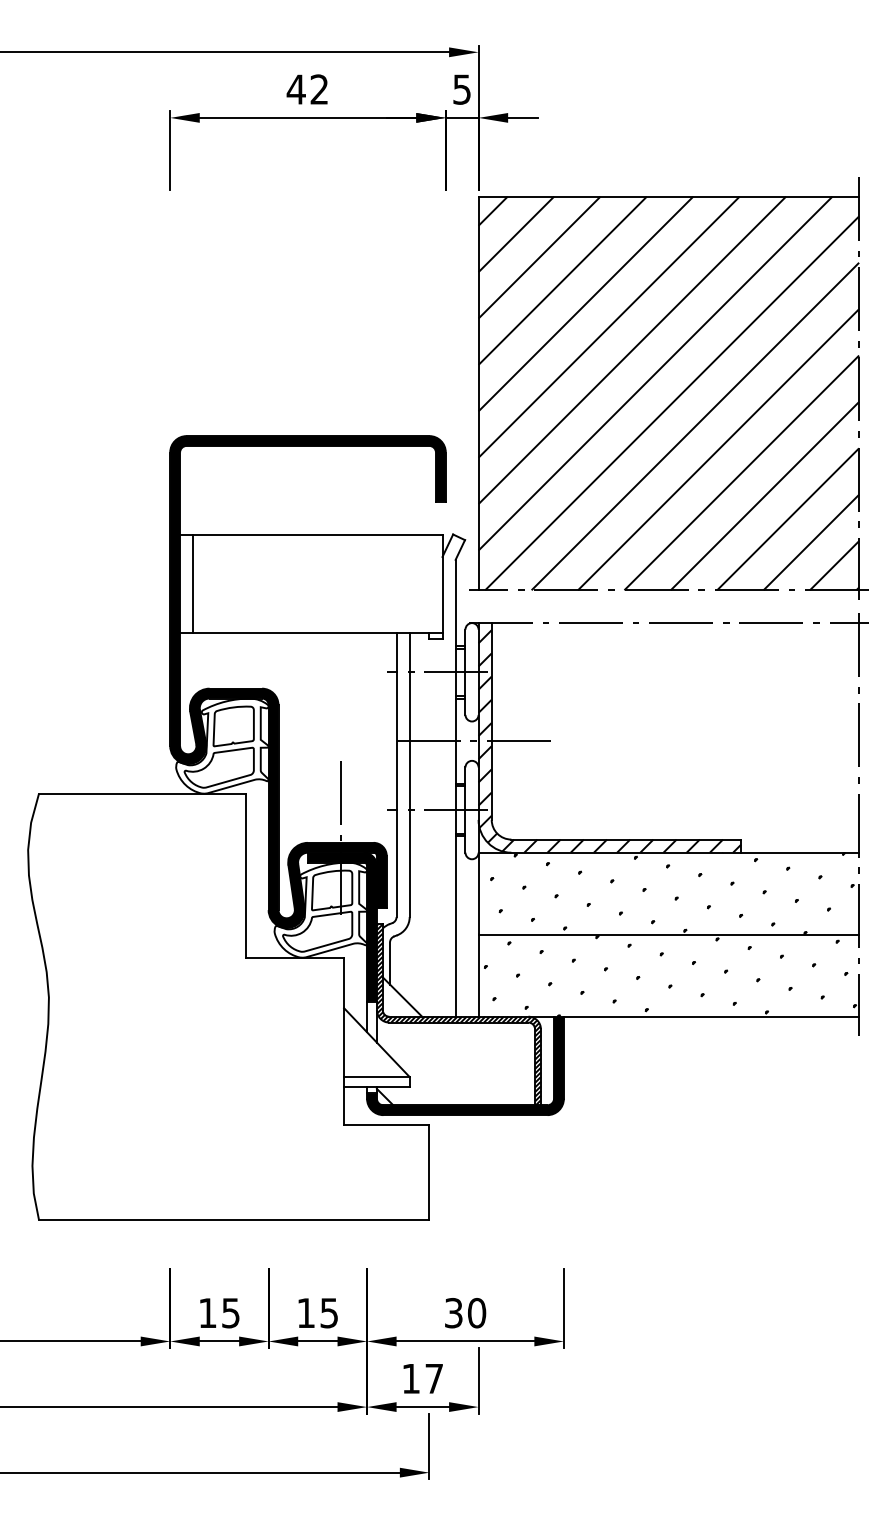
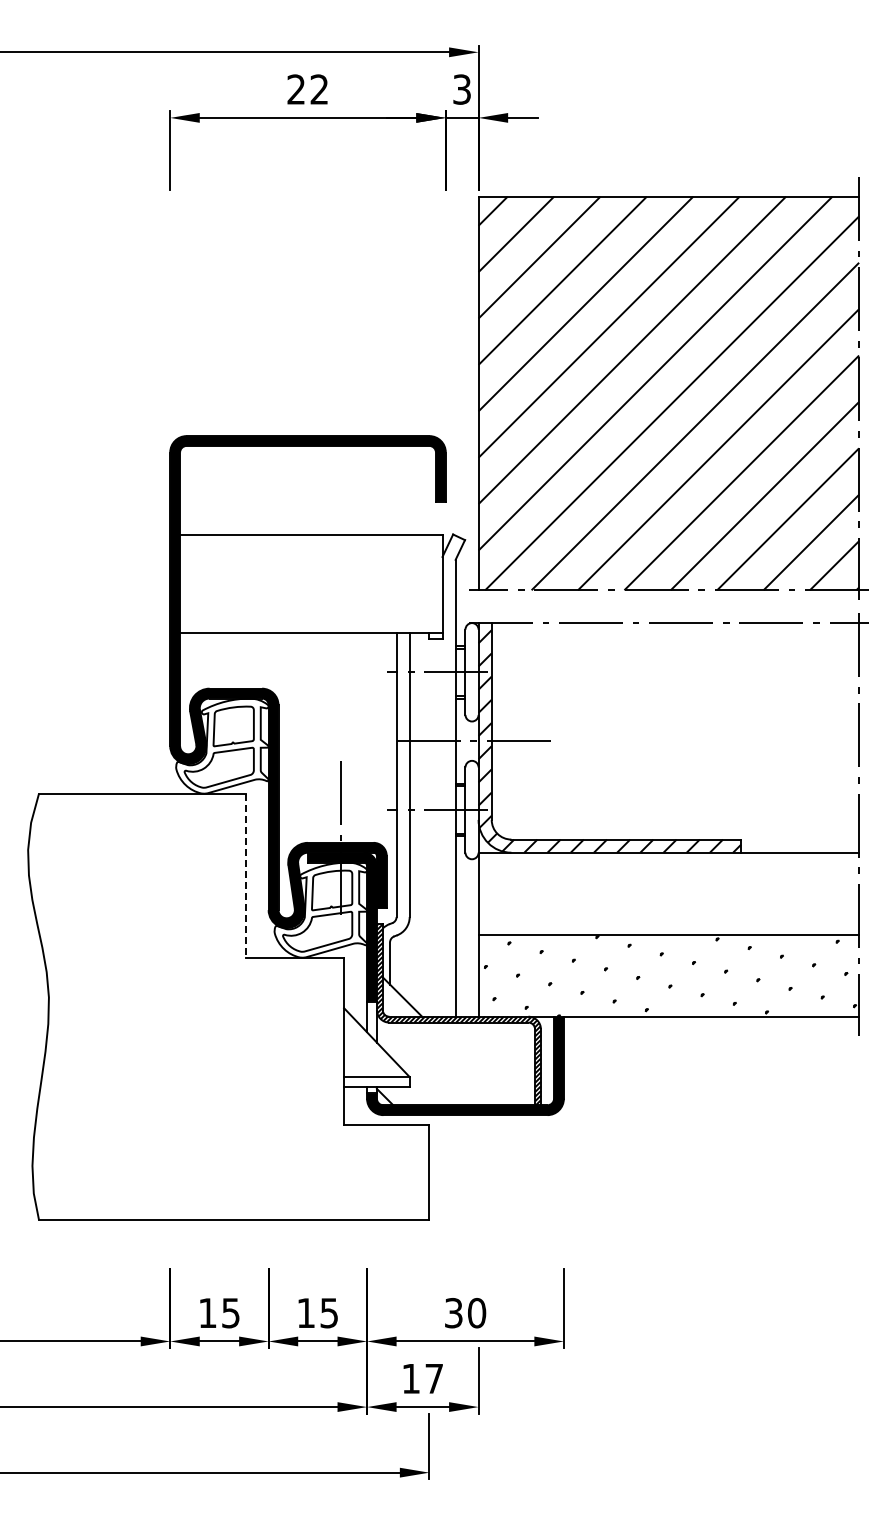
text at (295, 89): 42 -> 22
text at (462, 89): 5 -> 3
line at (193, 583): present -> none
line at (245, 876): solid -> dashed
hatch at (666, 893): present -> none
